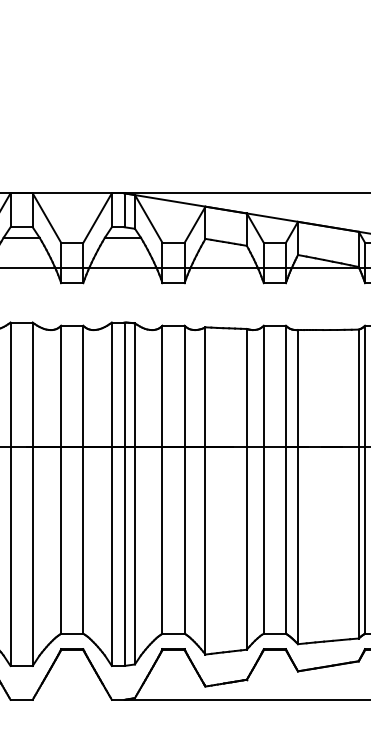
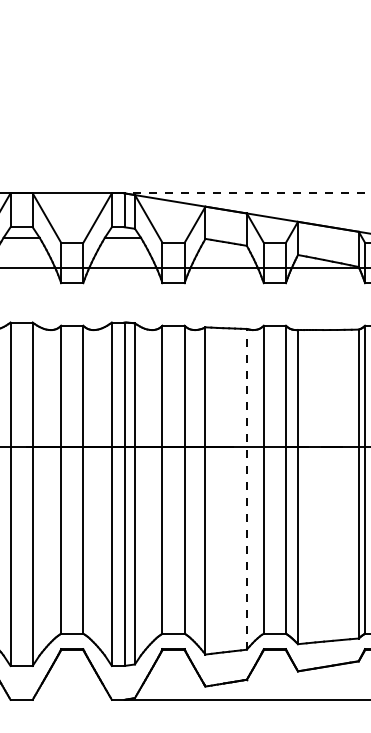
line at (247, 193): solid -> dashed
line at (246, 488): solid -> dashed
